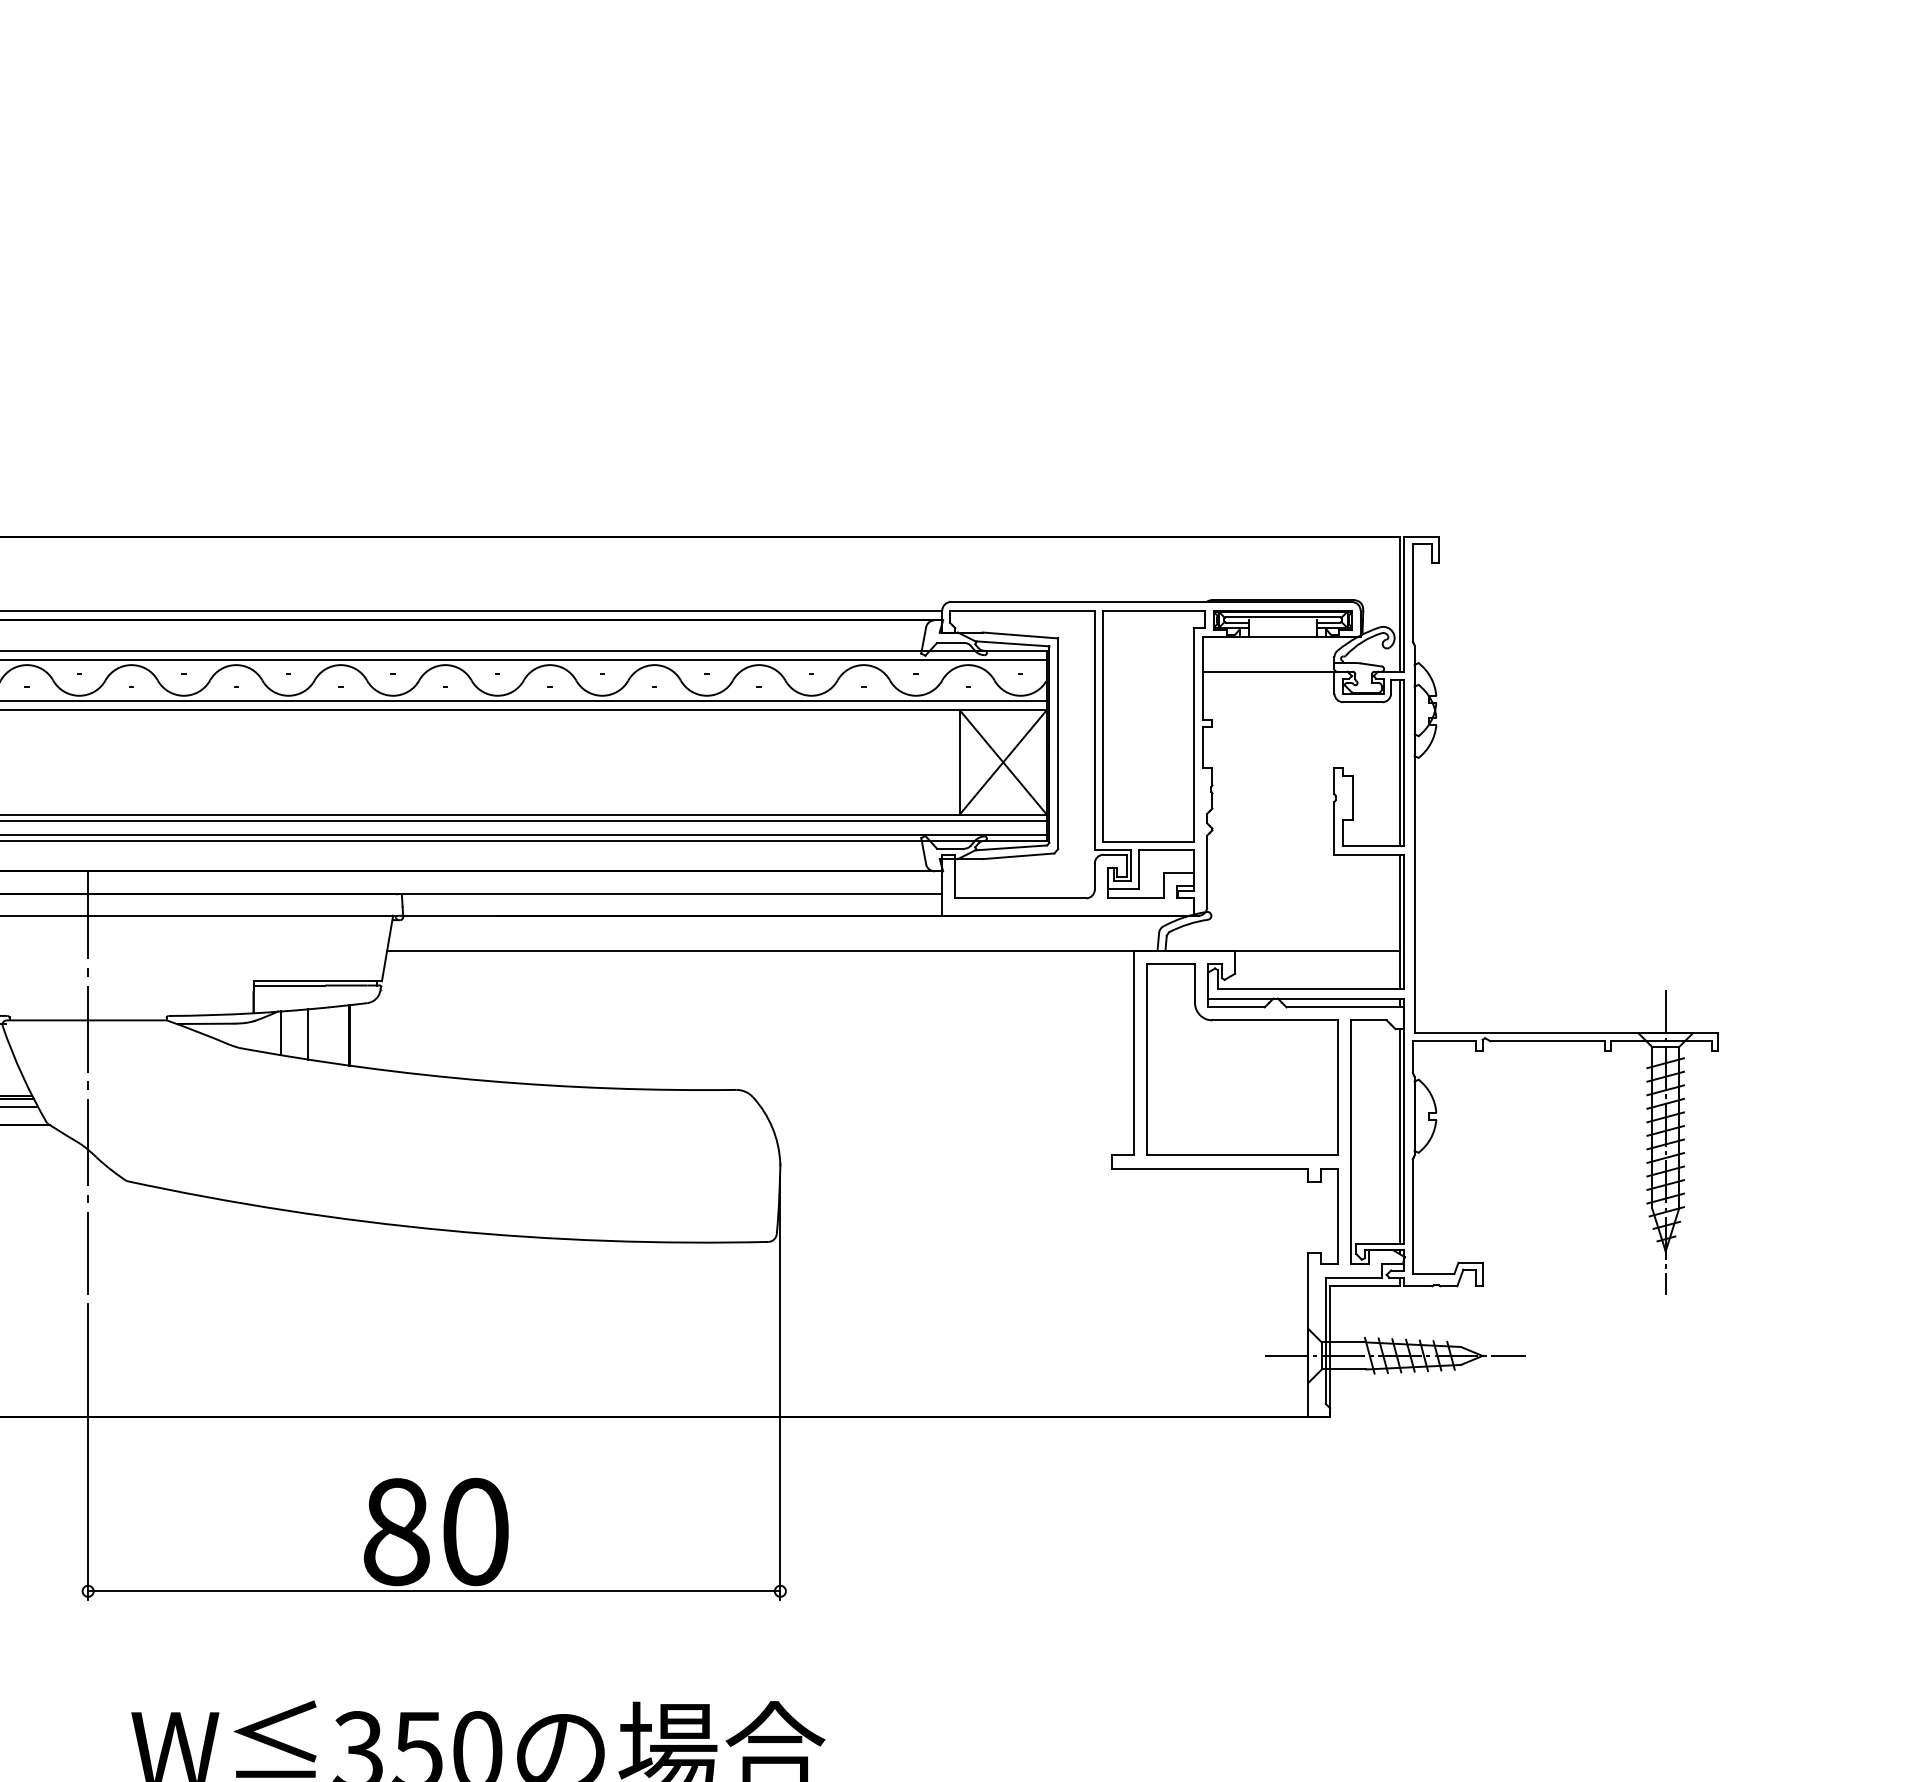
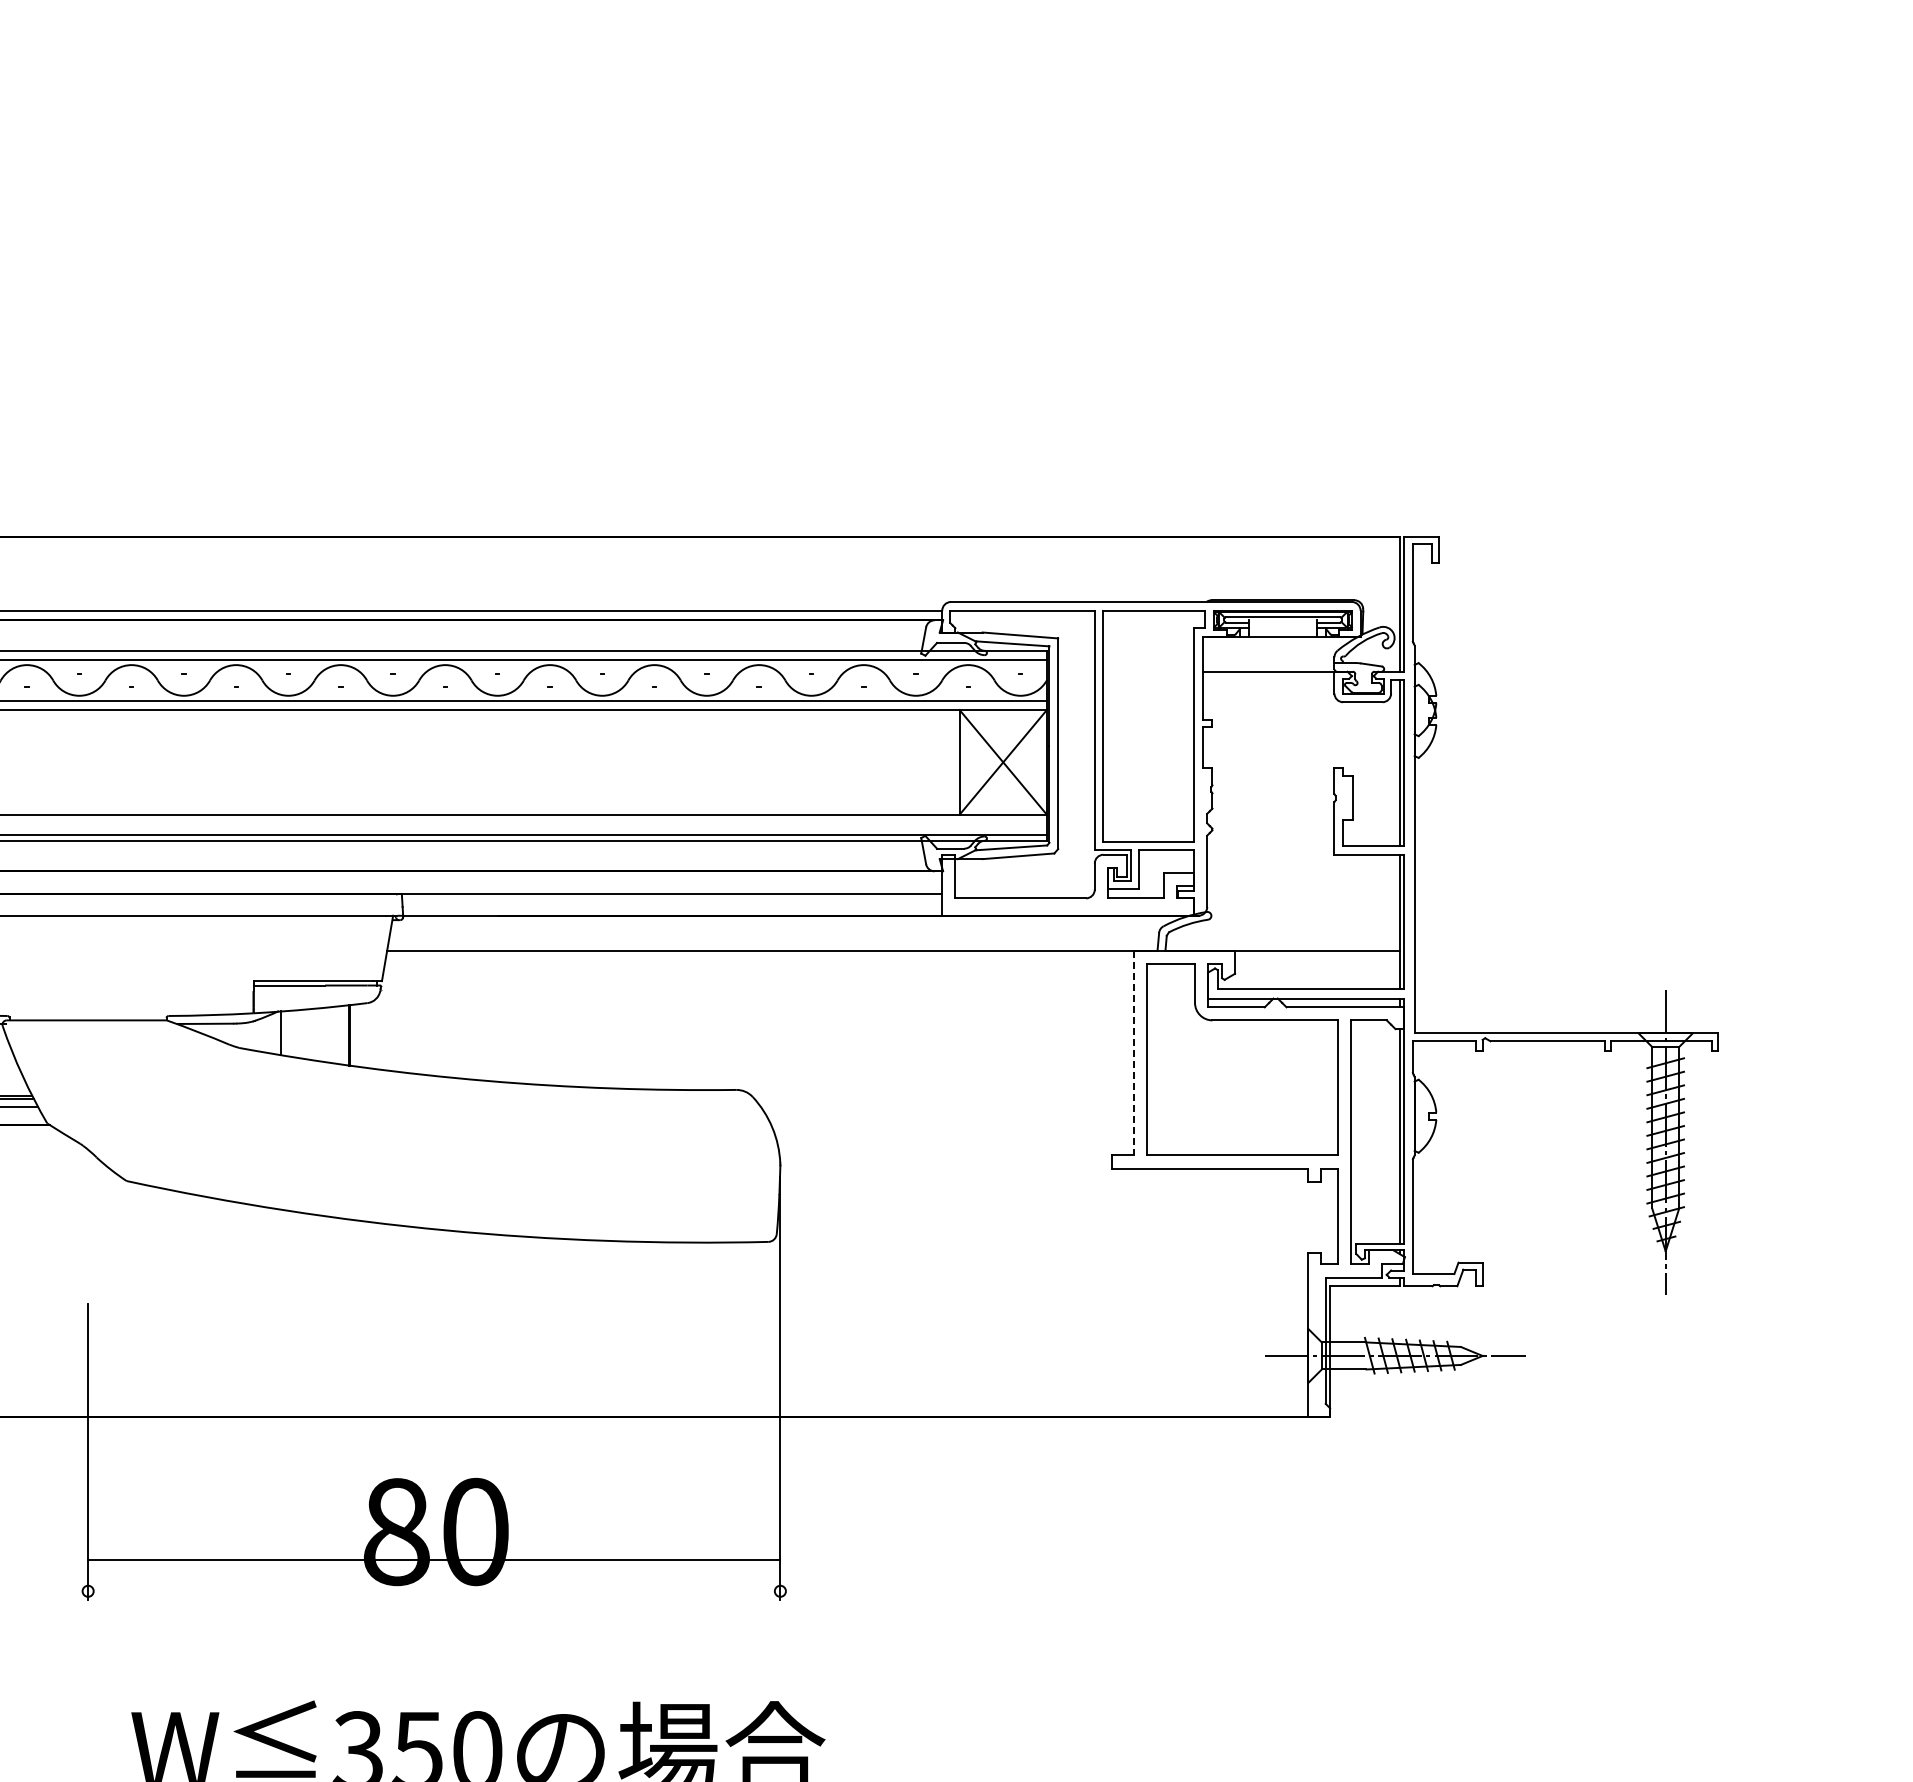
line at (524, 820): present -> none
line at (307, 1033): present -> none
line at (1134, 1053): solid -> dashed
line at (88, 1083): present -> none
line at (434, 1591) position: (434, 1591) -> (434, 1560)
